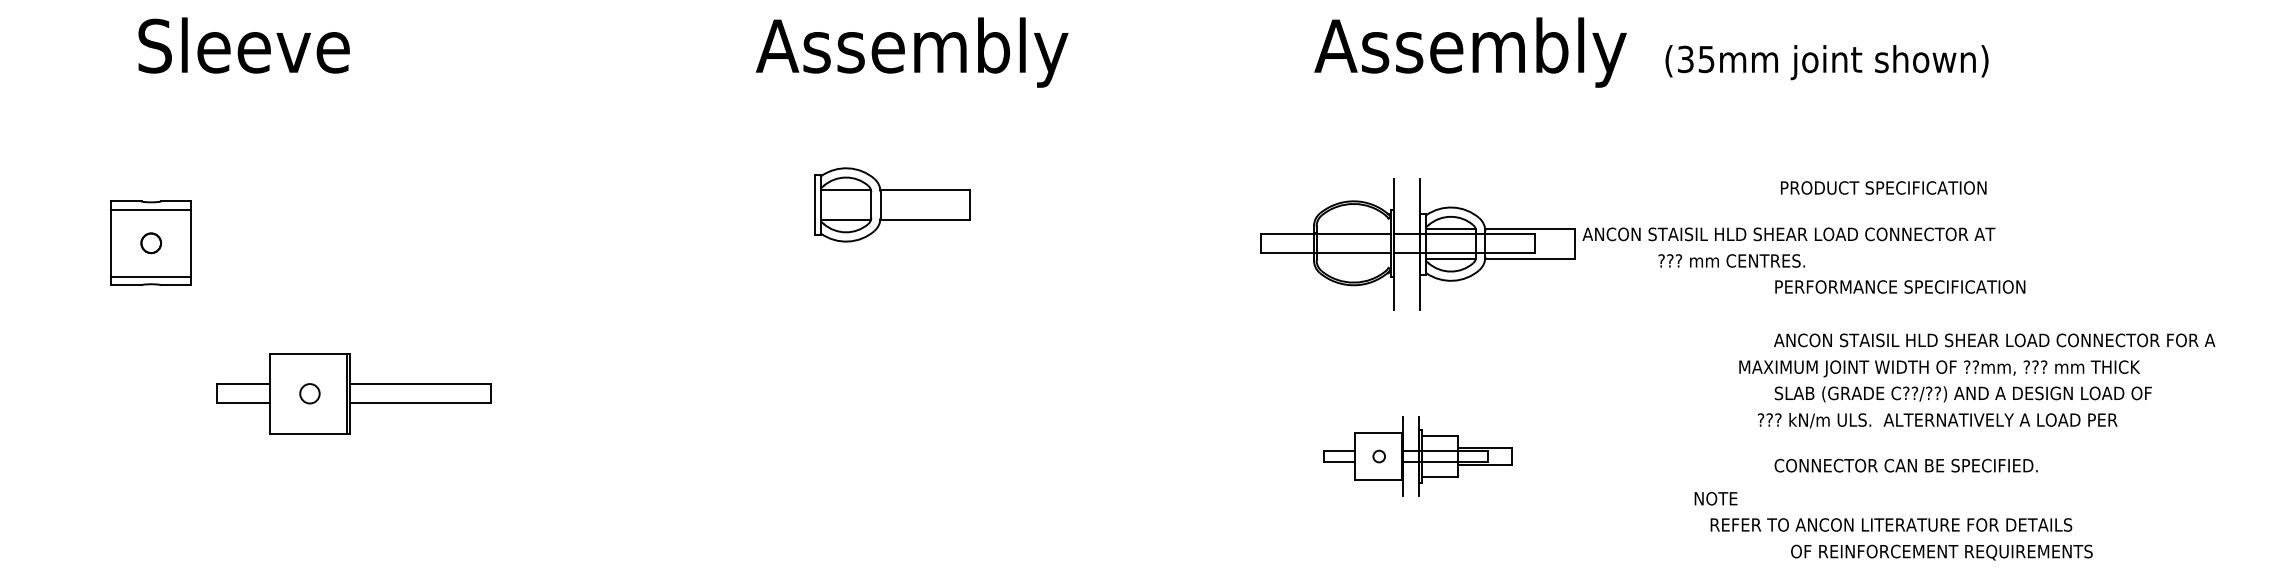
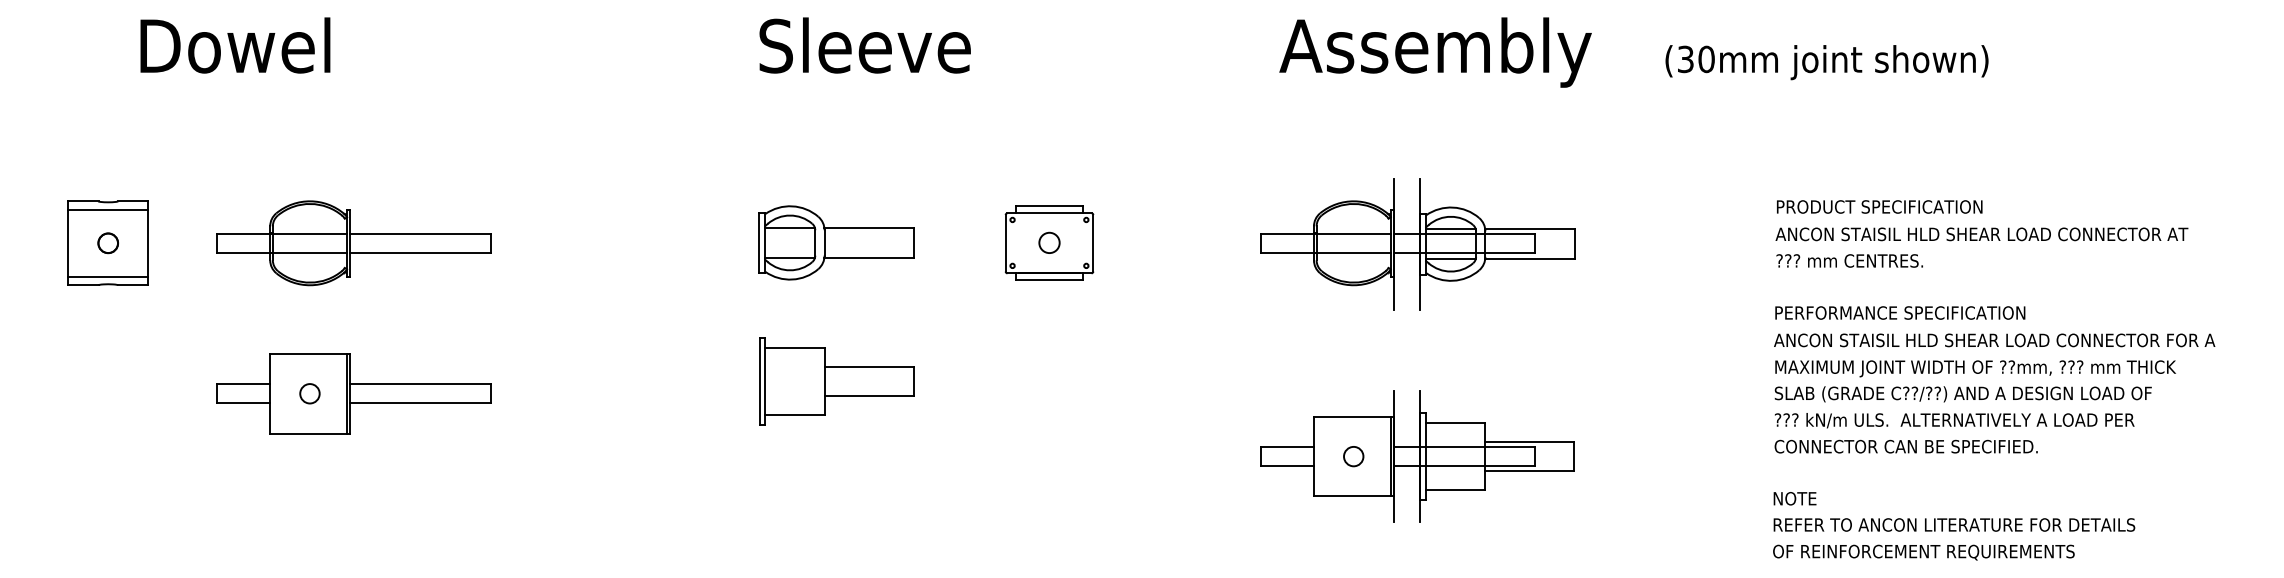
text at (243, 45): Sleeve -> Dowel
text at (911, 52): Assembly -> Sleeve
text at (1470, 52) position: (1470, 52) -> (1435, 52)
text at (1706, 59): (35mm -> (30mm
text at (1883, 187) position: (1883, 187) -> (1879, 206)
part at (892, 204) position: (892, 204) -> (836, 242)
text at (1788, 234) position: (1788, 234) -> (1981, 234)
part at (150, 242) position: (150, 242) -> (107, 242)
part at (1049, 242): none -> present
part at (353, 243): none -> present
text at (1731, 260) position: (1731, 260) -> (1849, 260)
text at (1900, 286) position: (1900, 286) -> (1900, 312)
text at (1939, 368) position: (1939, 368) -> (1975, 368)
part at (836, 381): none -> present
text at (1937, 420) position: (1937, 420) -> (1954, 420)
part at (1417, 456) size: 190x81 px -> 315x133 px
text at (1905, 465) position: (1905, 465) -> (1905, 446)
text at (1715, 498) position: (1715, 498) -> (1794, 498)
text at (1891, 524) position: (1891, 524) -> (1954, 524)
text at (1941, 552) position: (1941, 552) -> (1923, 552)
